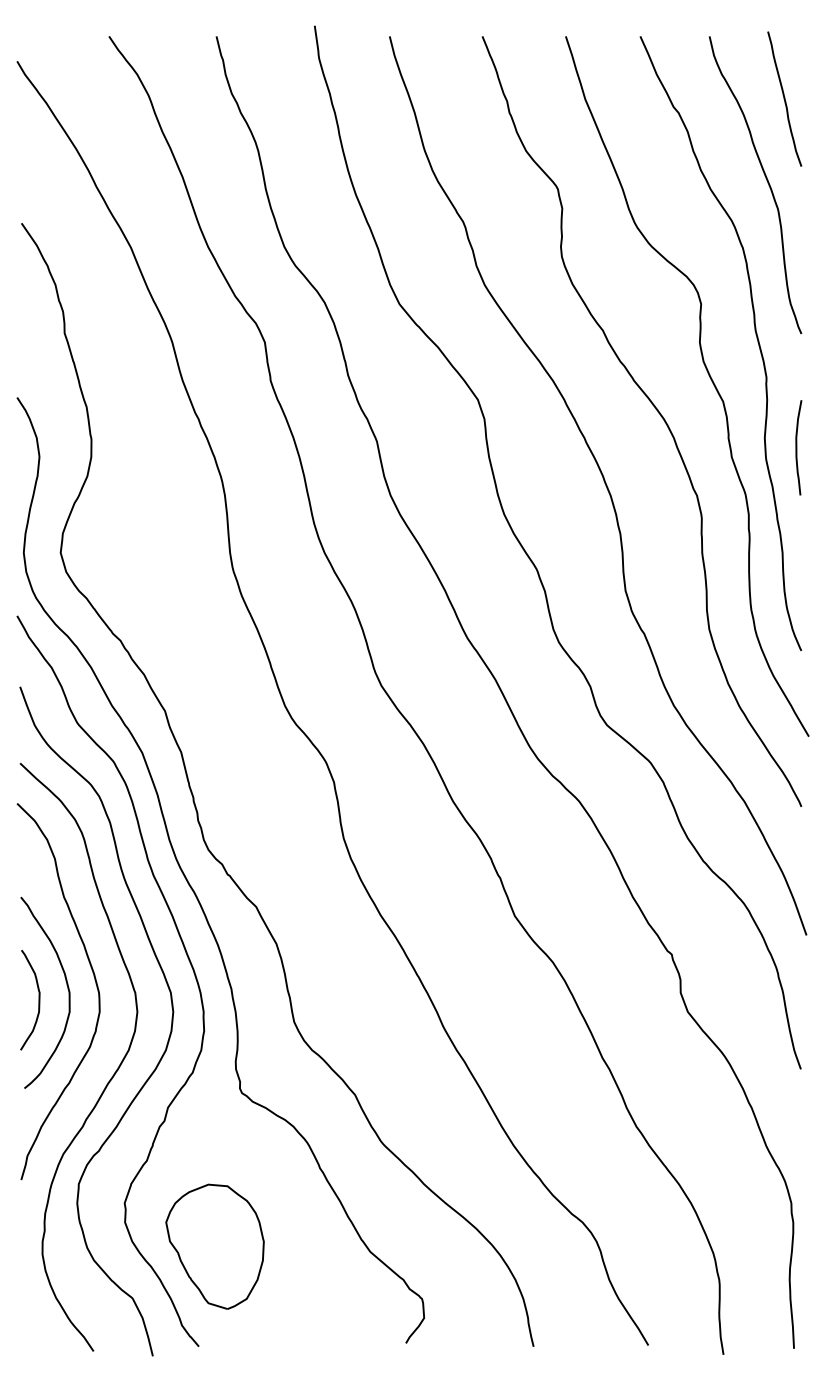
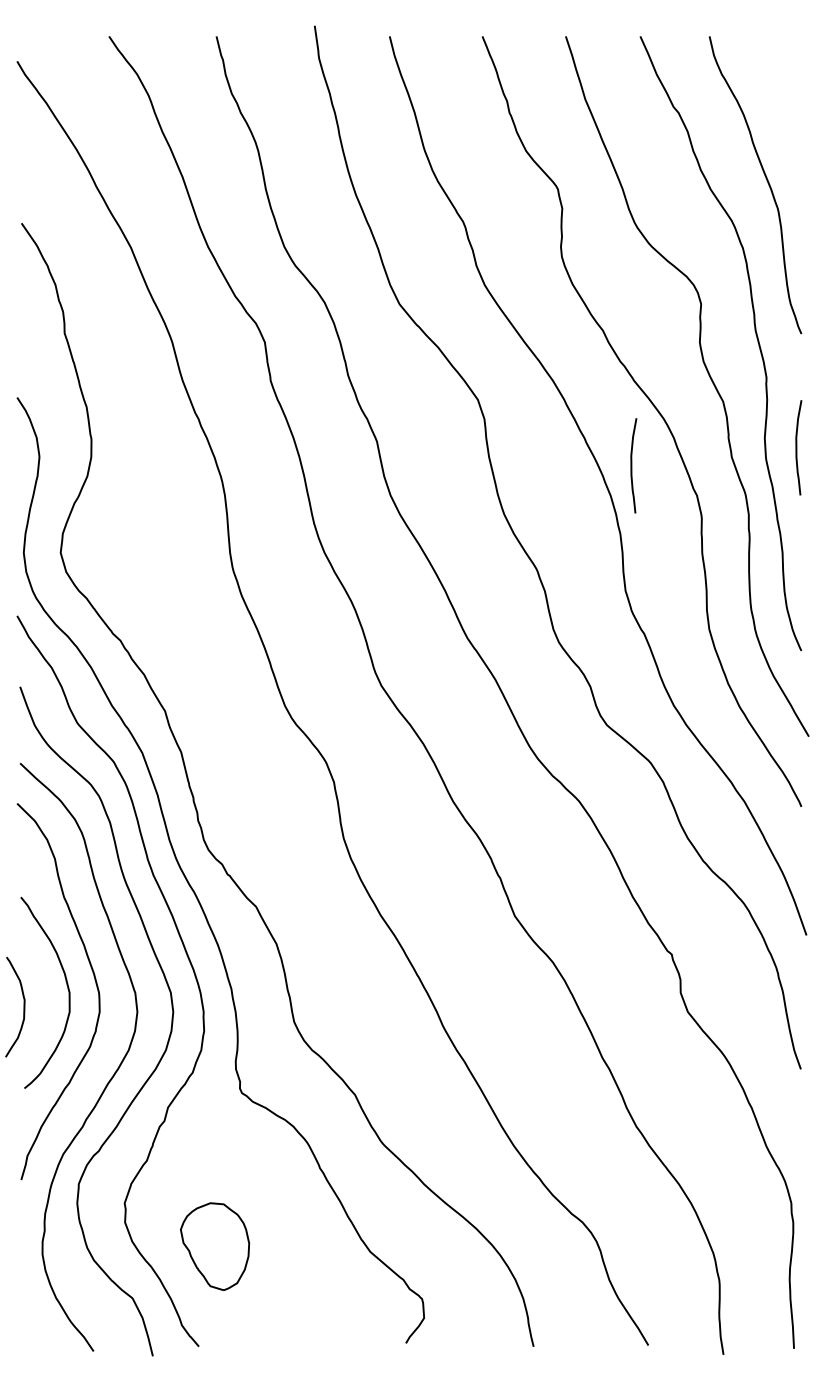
curve at (784, 98): present -> none
curve at (632, 465): none -> present
curve at (38, 999) position: (38, 999) -> (23, 1006)
part at (214, 1246) size: 100x127 px -> 71x89 px
